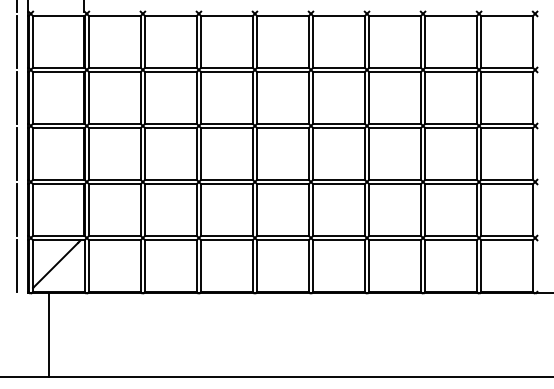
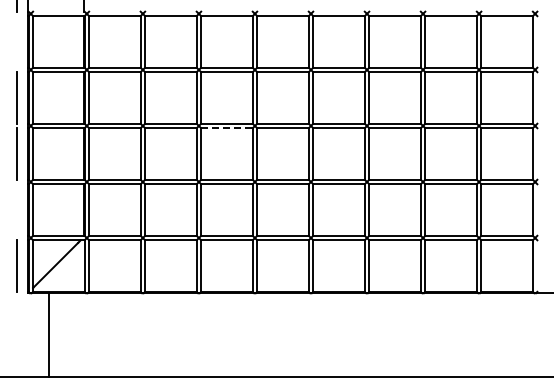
line at (16, 41): present -> none
line at (226, 128): solid -> dashed
line at (16, 209): present -> none
